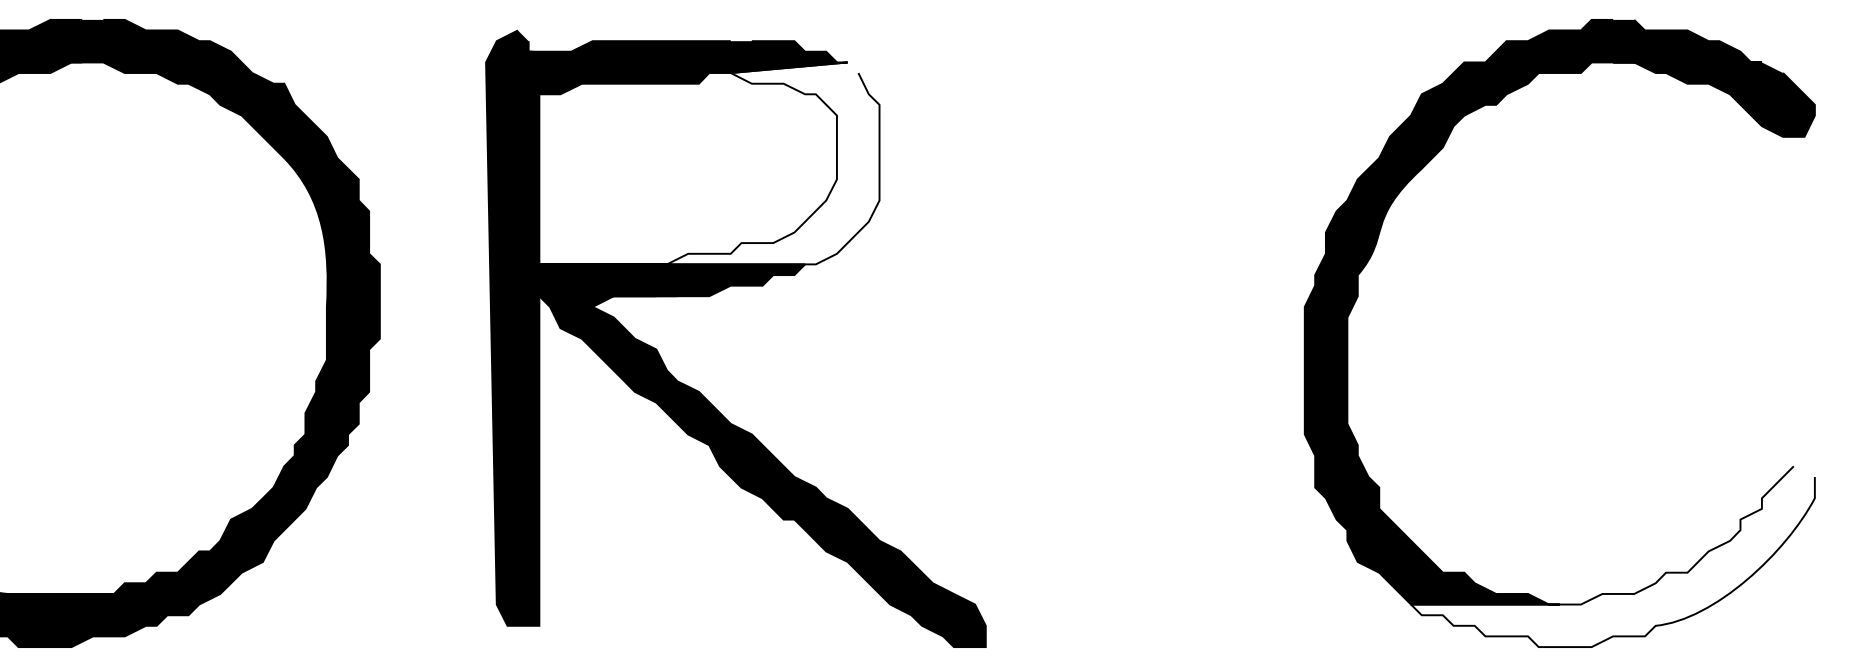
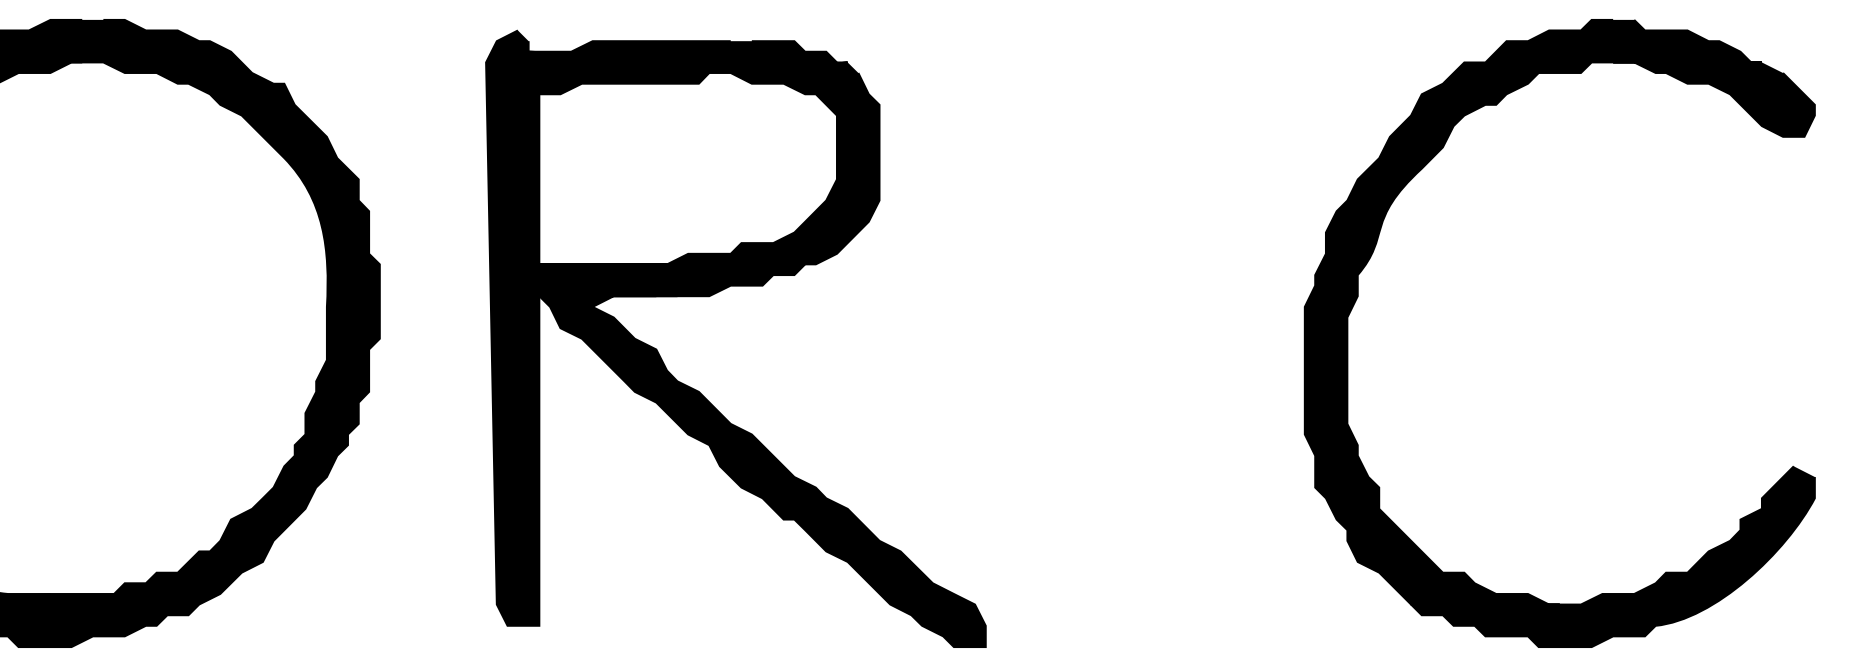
fill at (709, 163): none -> present
fill at (1612, 556): none -> present
